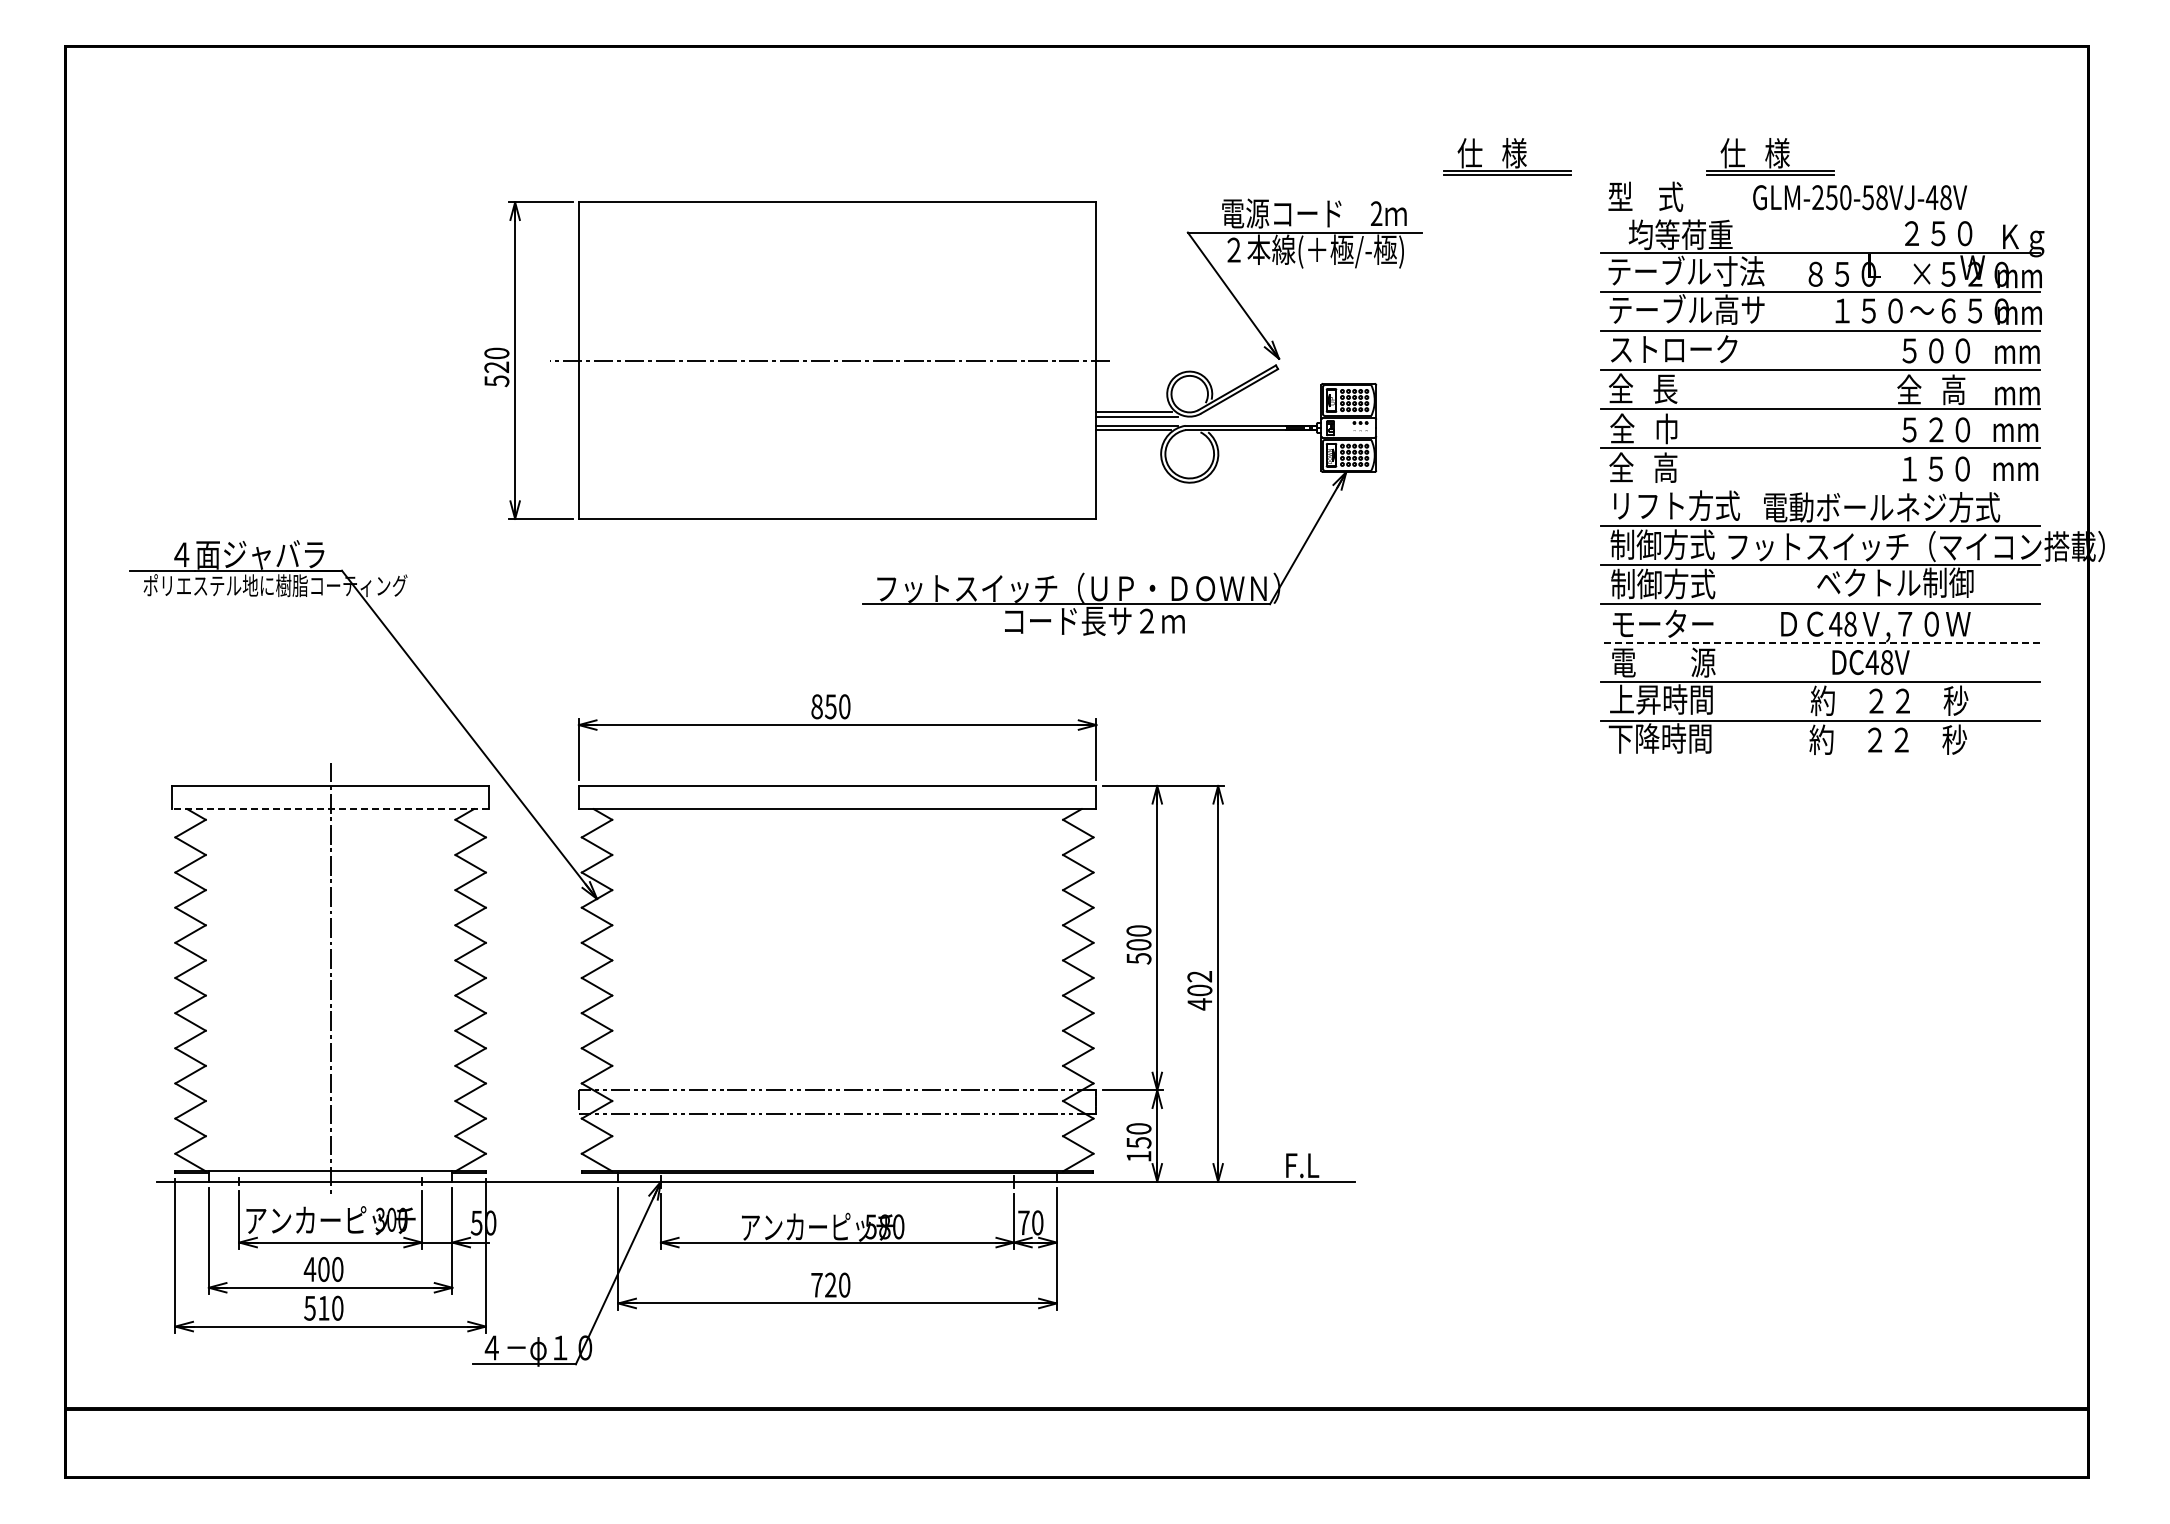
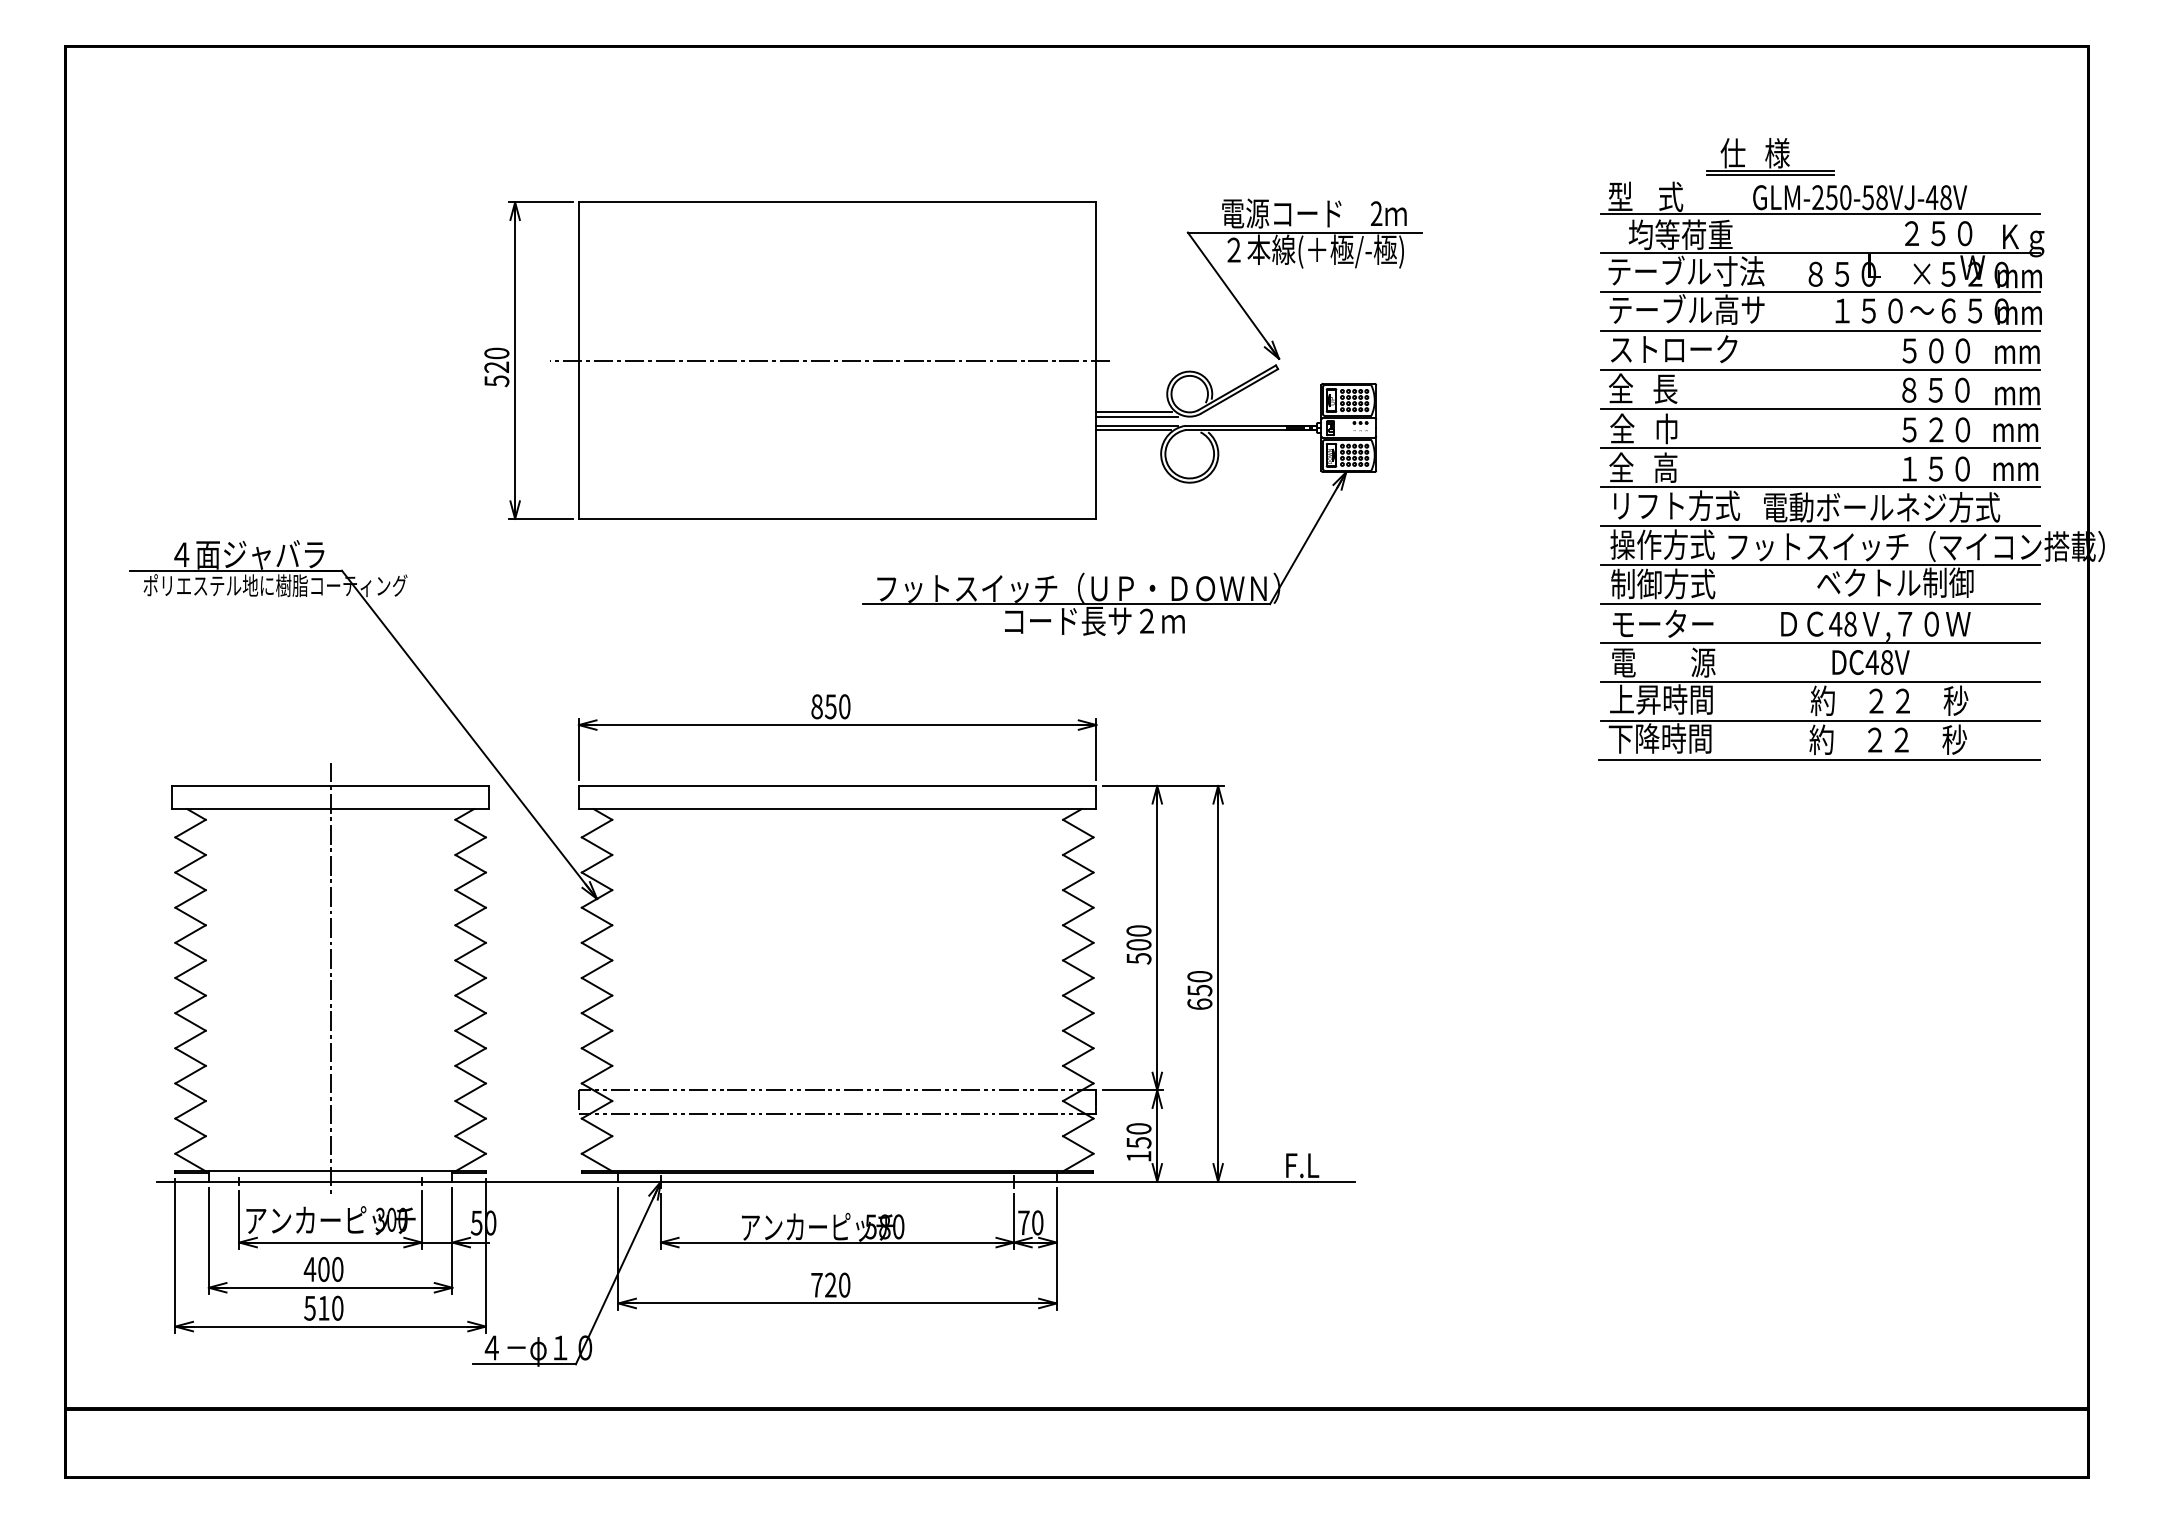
part at (1507, 156): present -> none
line at (1819, 214): none -> present
text at (1933, 389): 全   高 -> ８５０
line at (1819, 487): none -> present
text at (1635, 544): 制御方式 -> 操作方式
line at (1819, 643): dashed -> solid
line at (1819, 759): none -> present
line at (330, 809): dashed -> solid
text at (1199, 990): 402 -> 650
